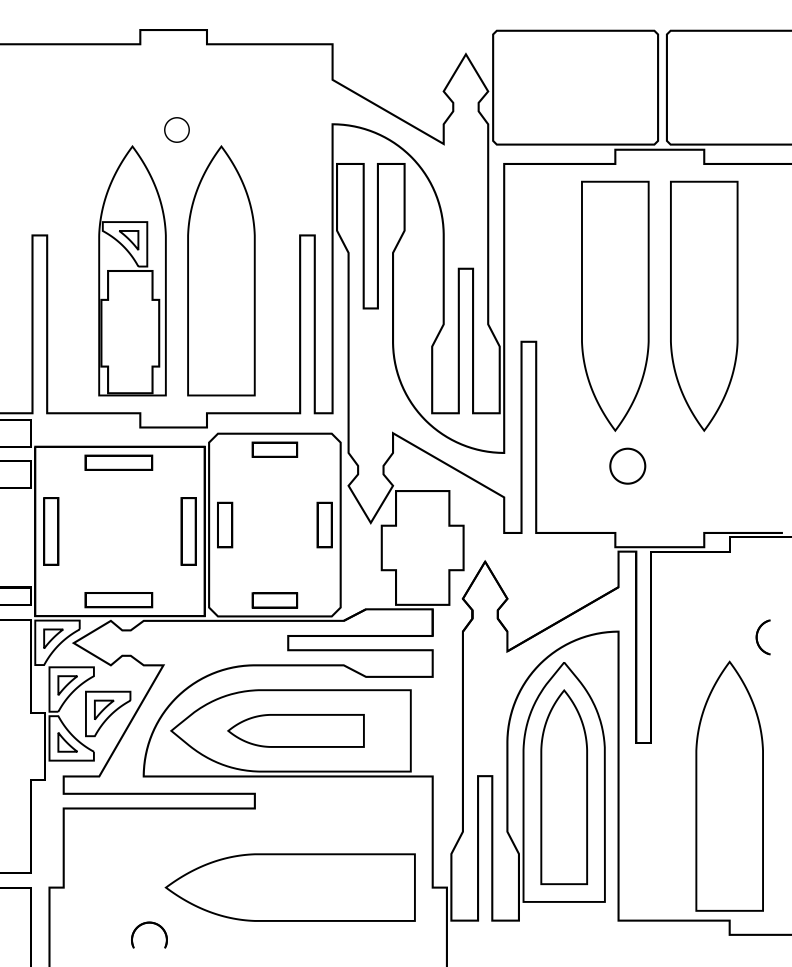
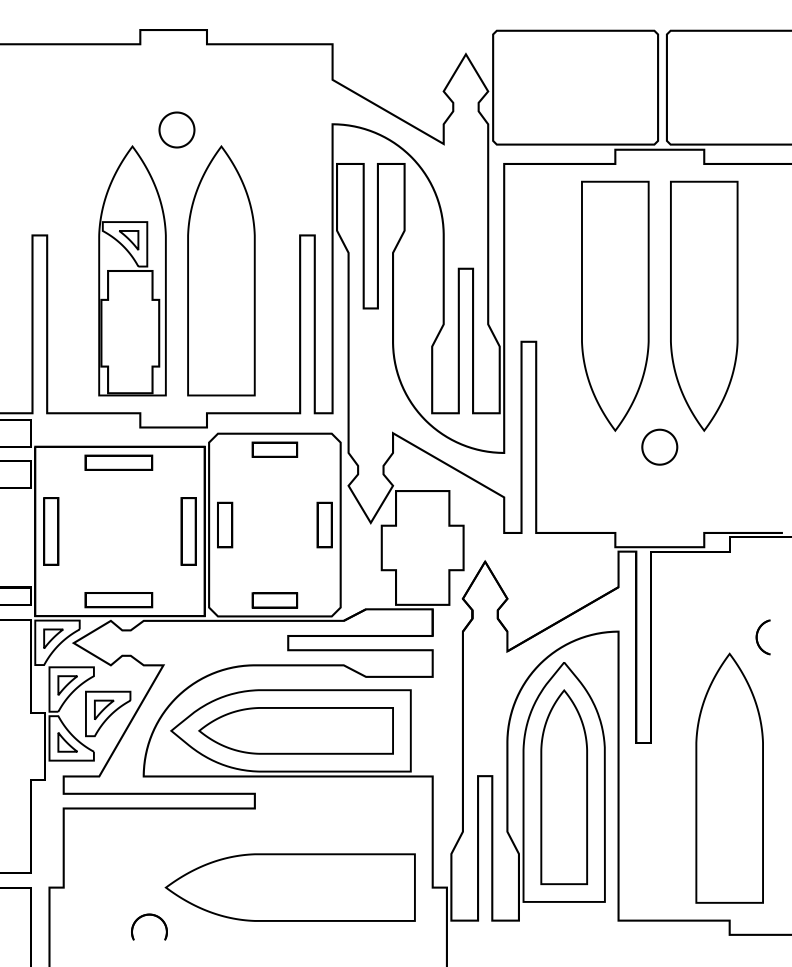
part at (176, 129) size: 26x26 px -> 38x38 px
part at (627, 465) position: (627, 465) -> (659, 446)
part at (295, 730) size: 138x34 px -> 196x48 px
part at (729, 785) position: (729, 785) -> (729, 777)
part at (145, 924) position: (145, 924) -> (145, 916)
